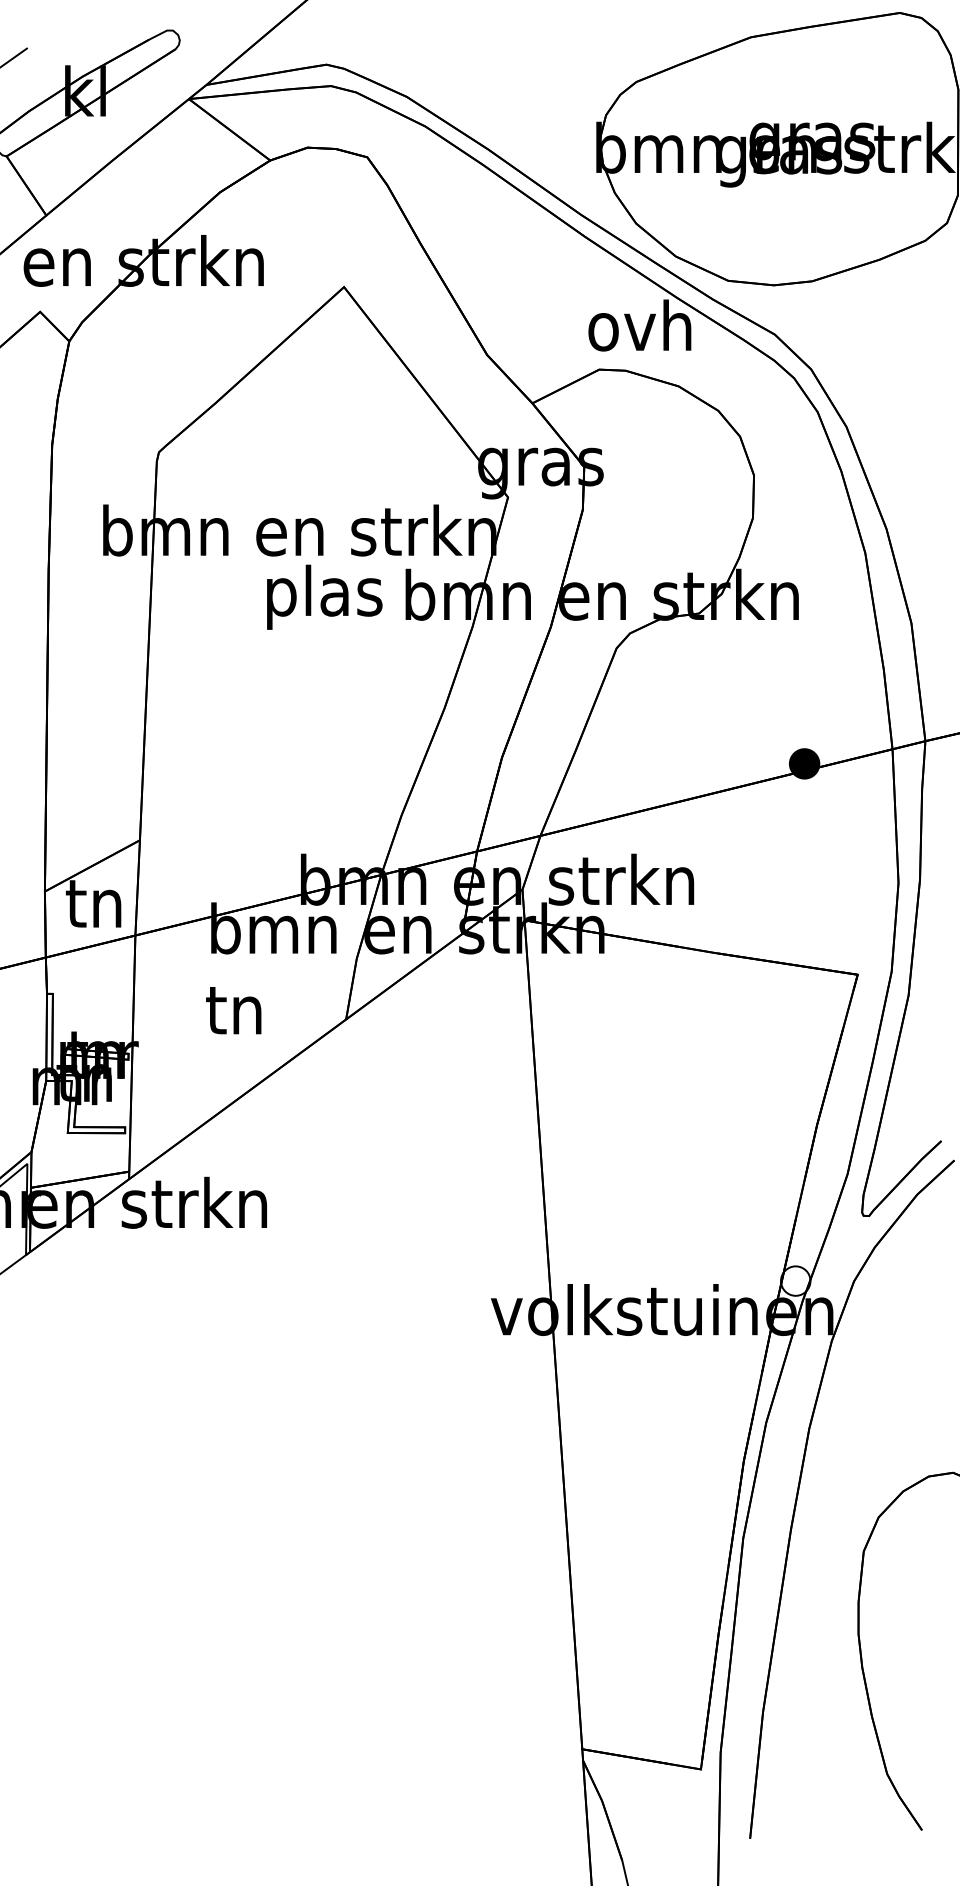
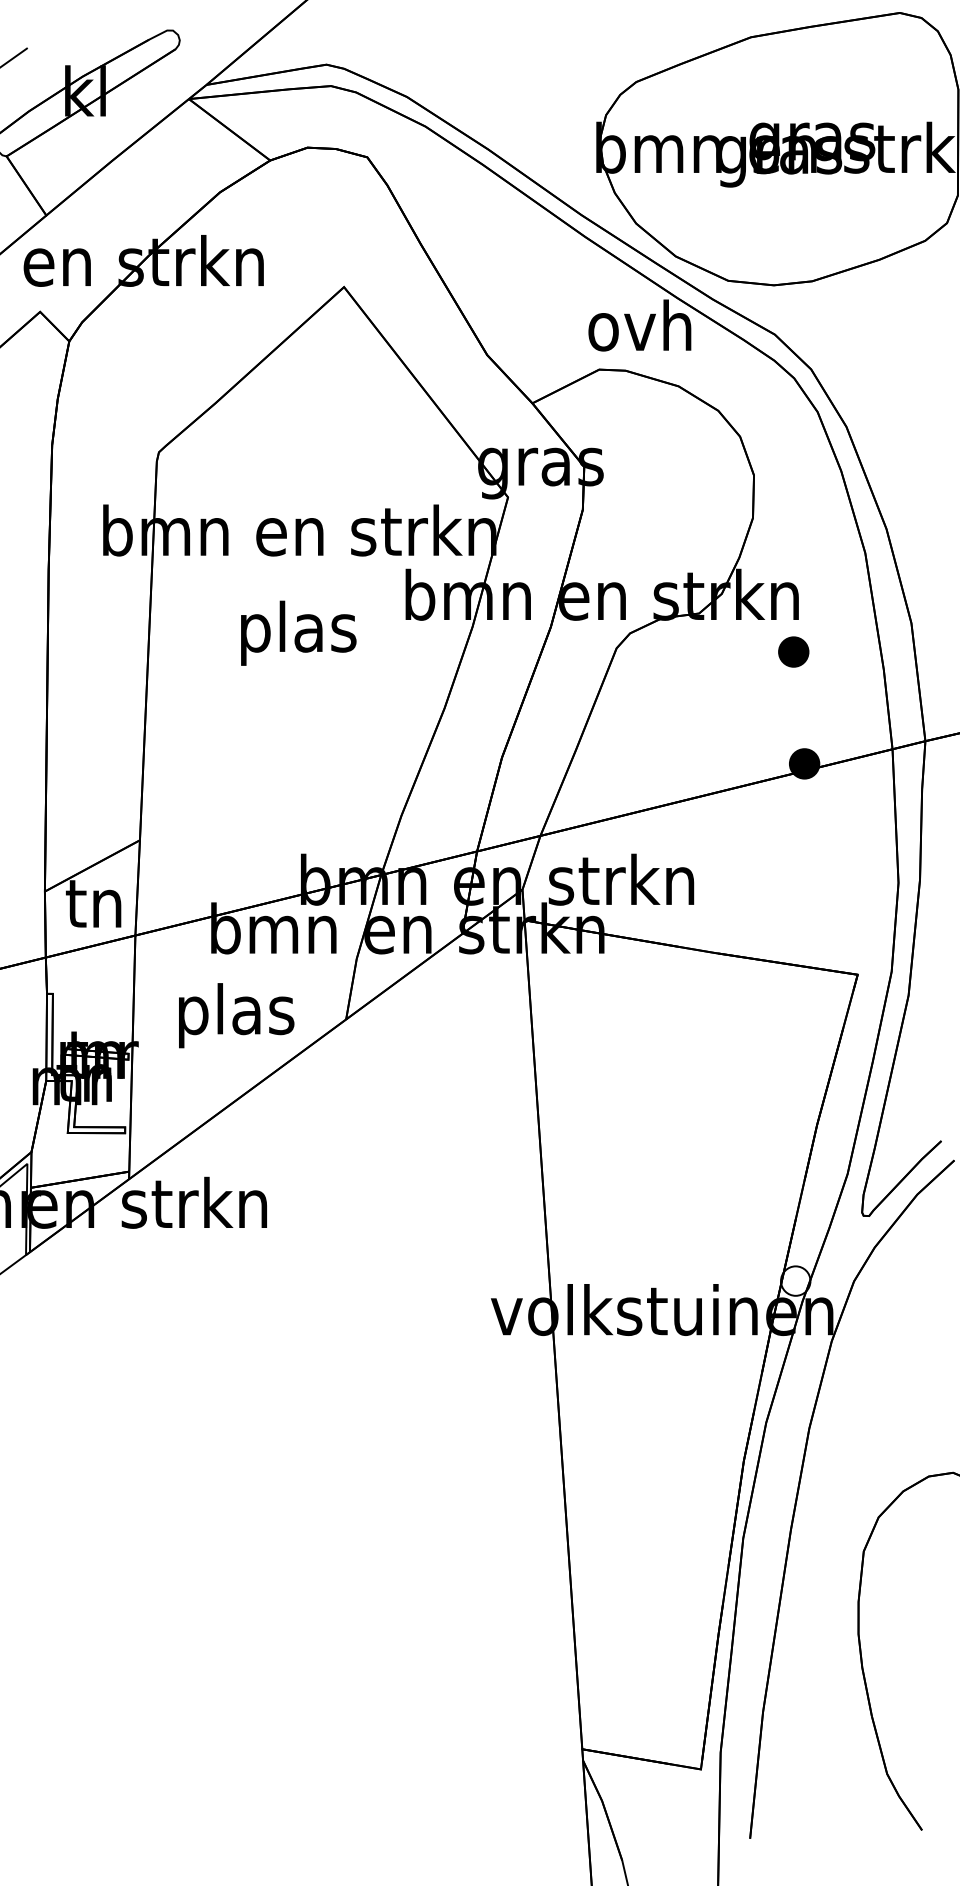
text at (324, 596) position: (324, 596) -> (298, 632)
part at (793, 651): none -> present
text at (236, 1015): tn -> plas
